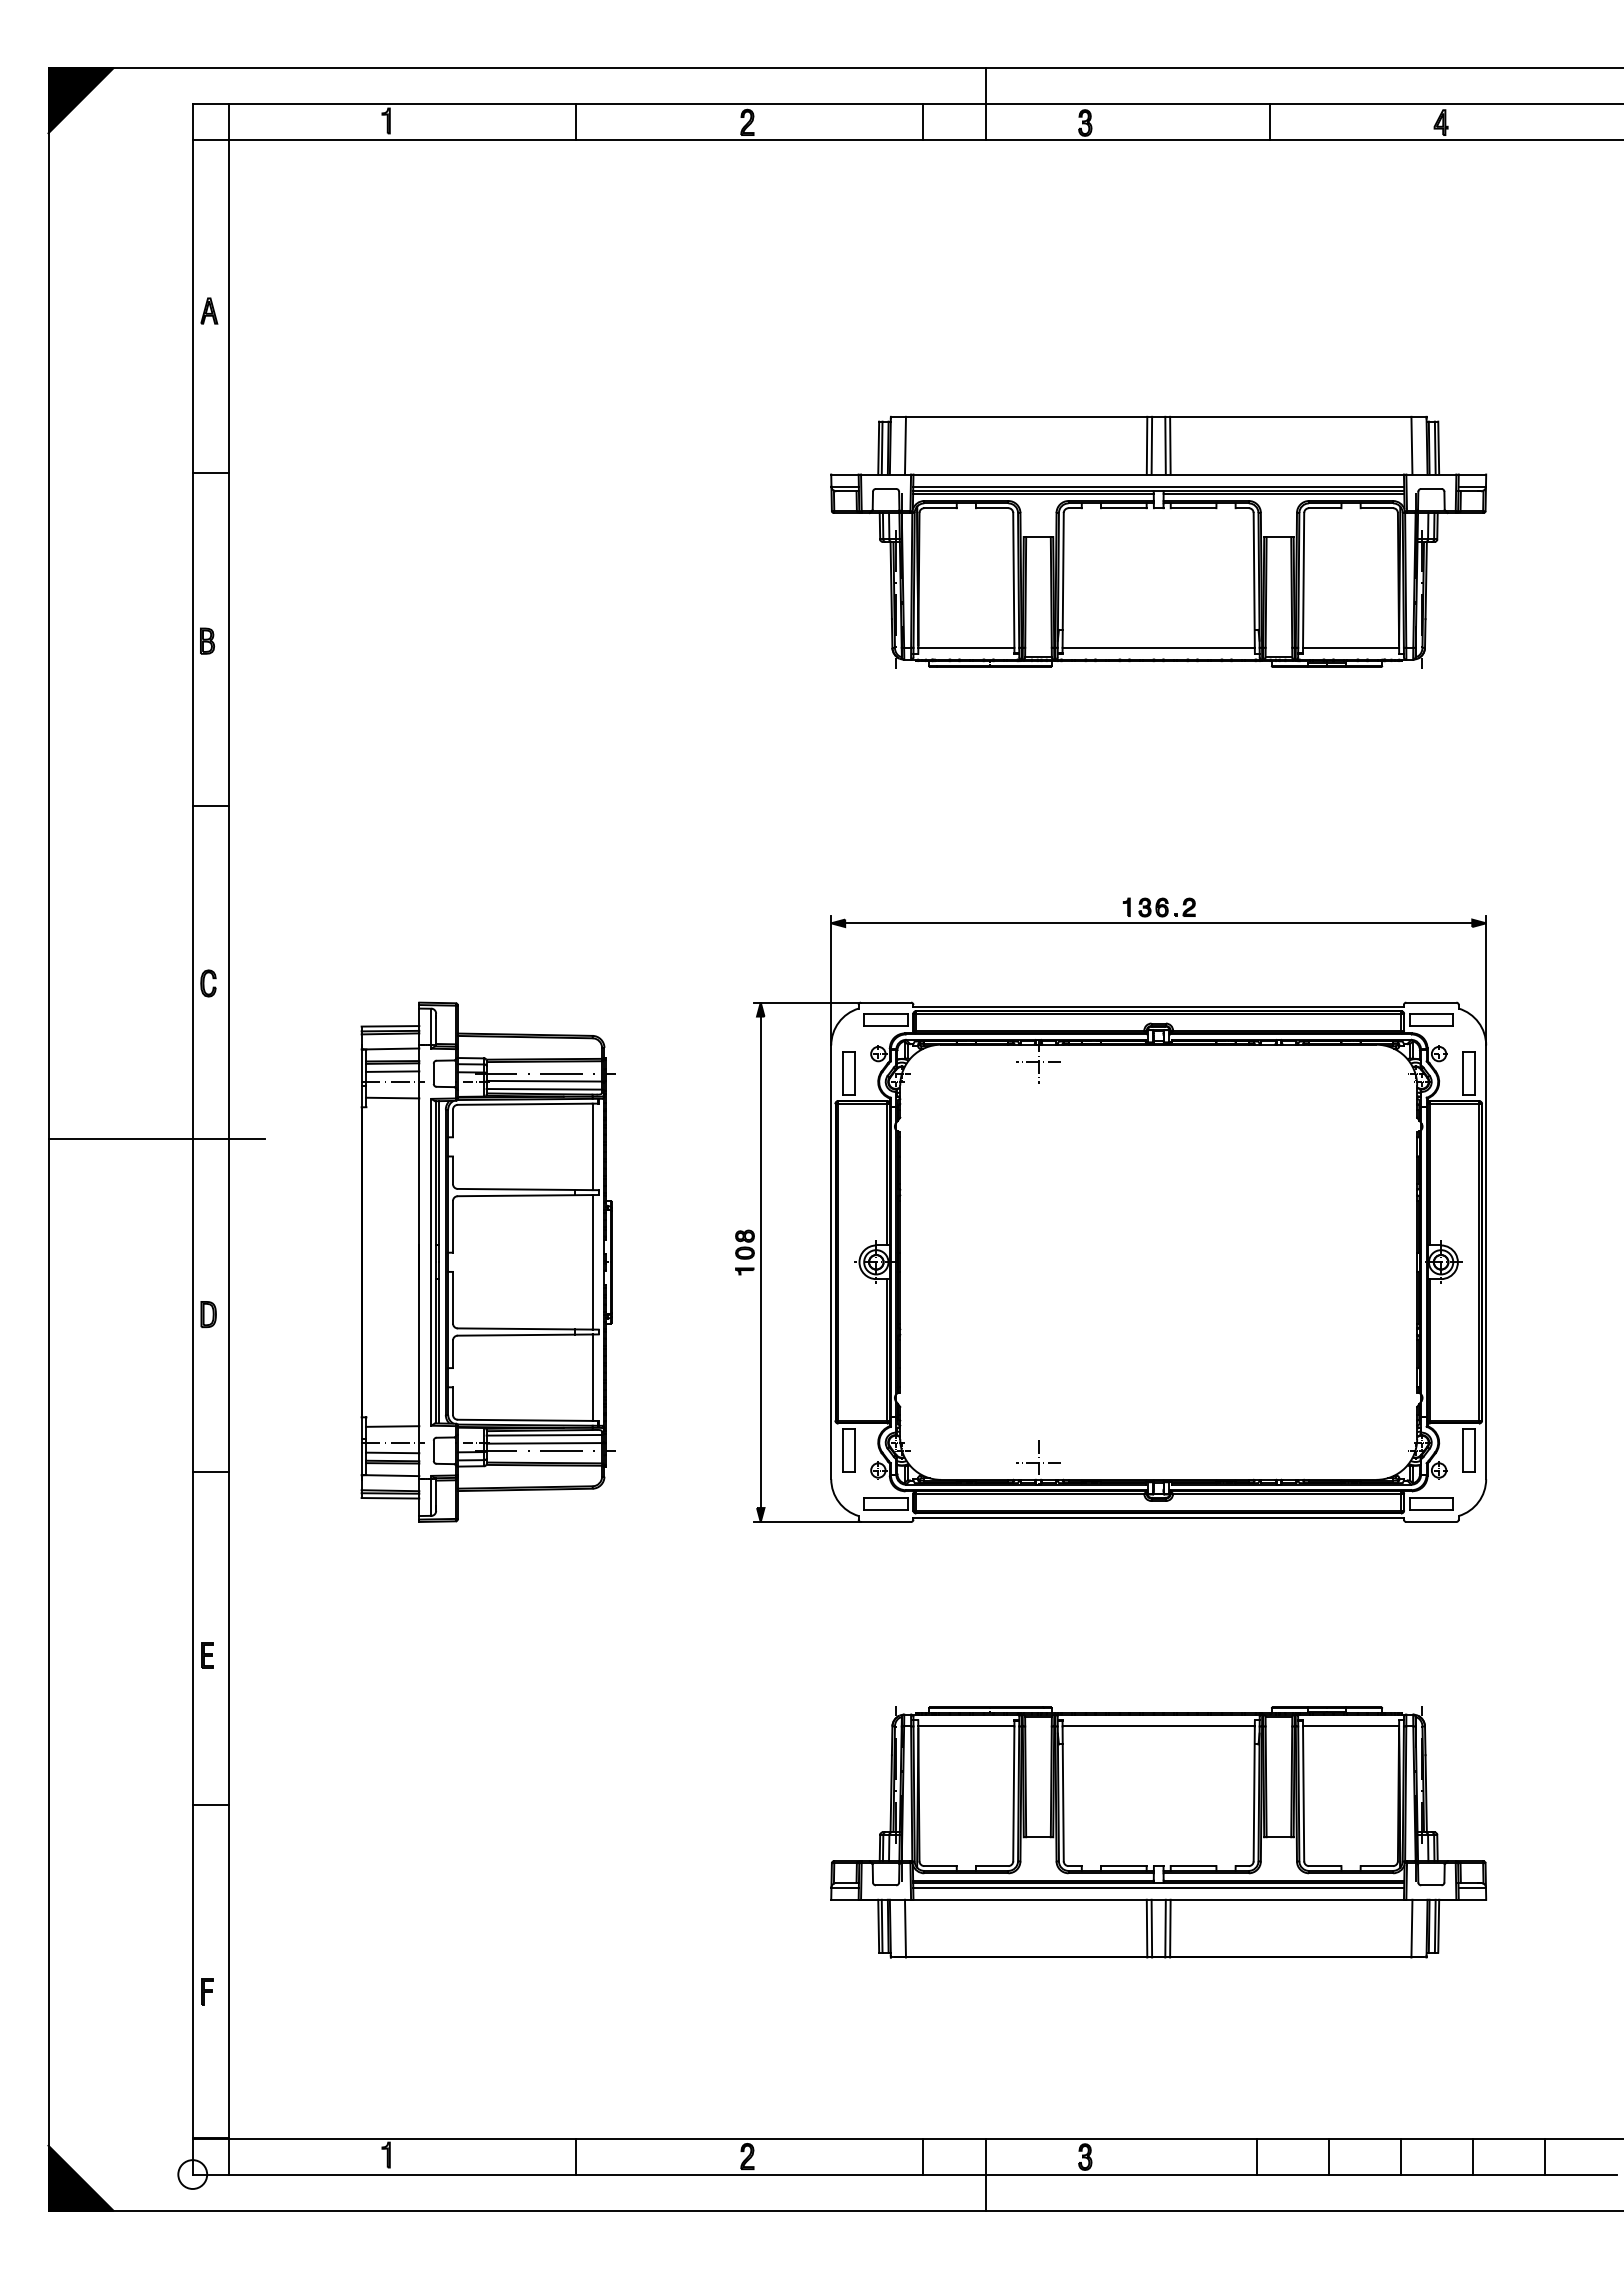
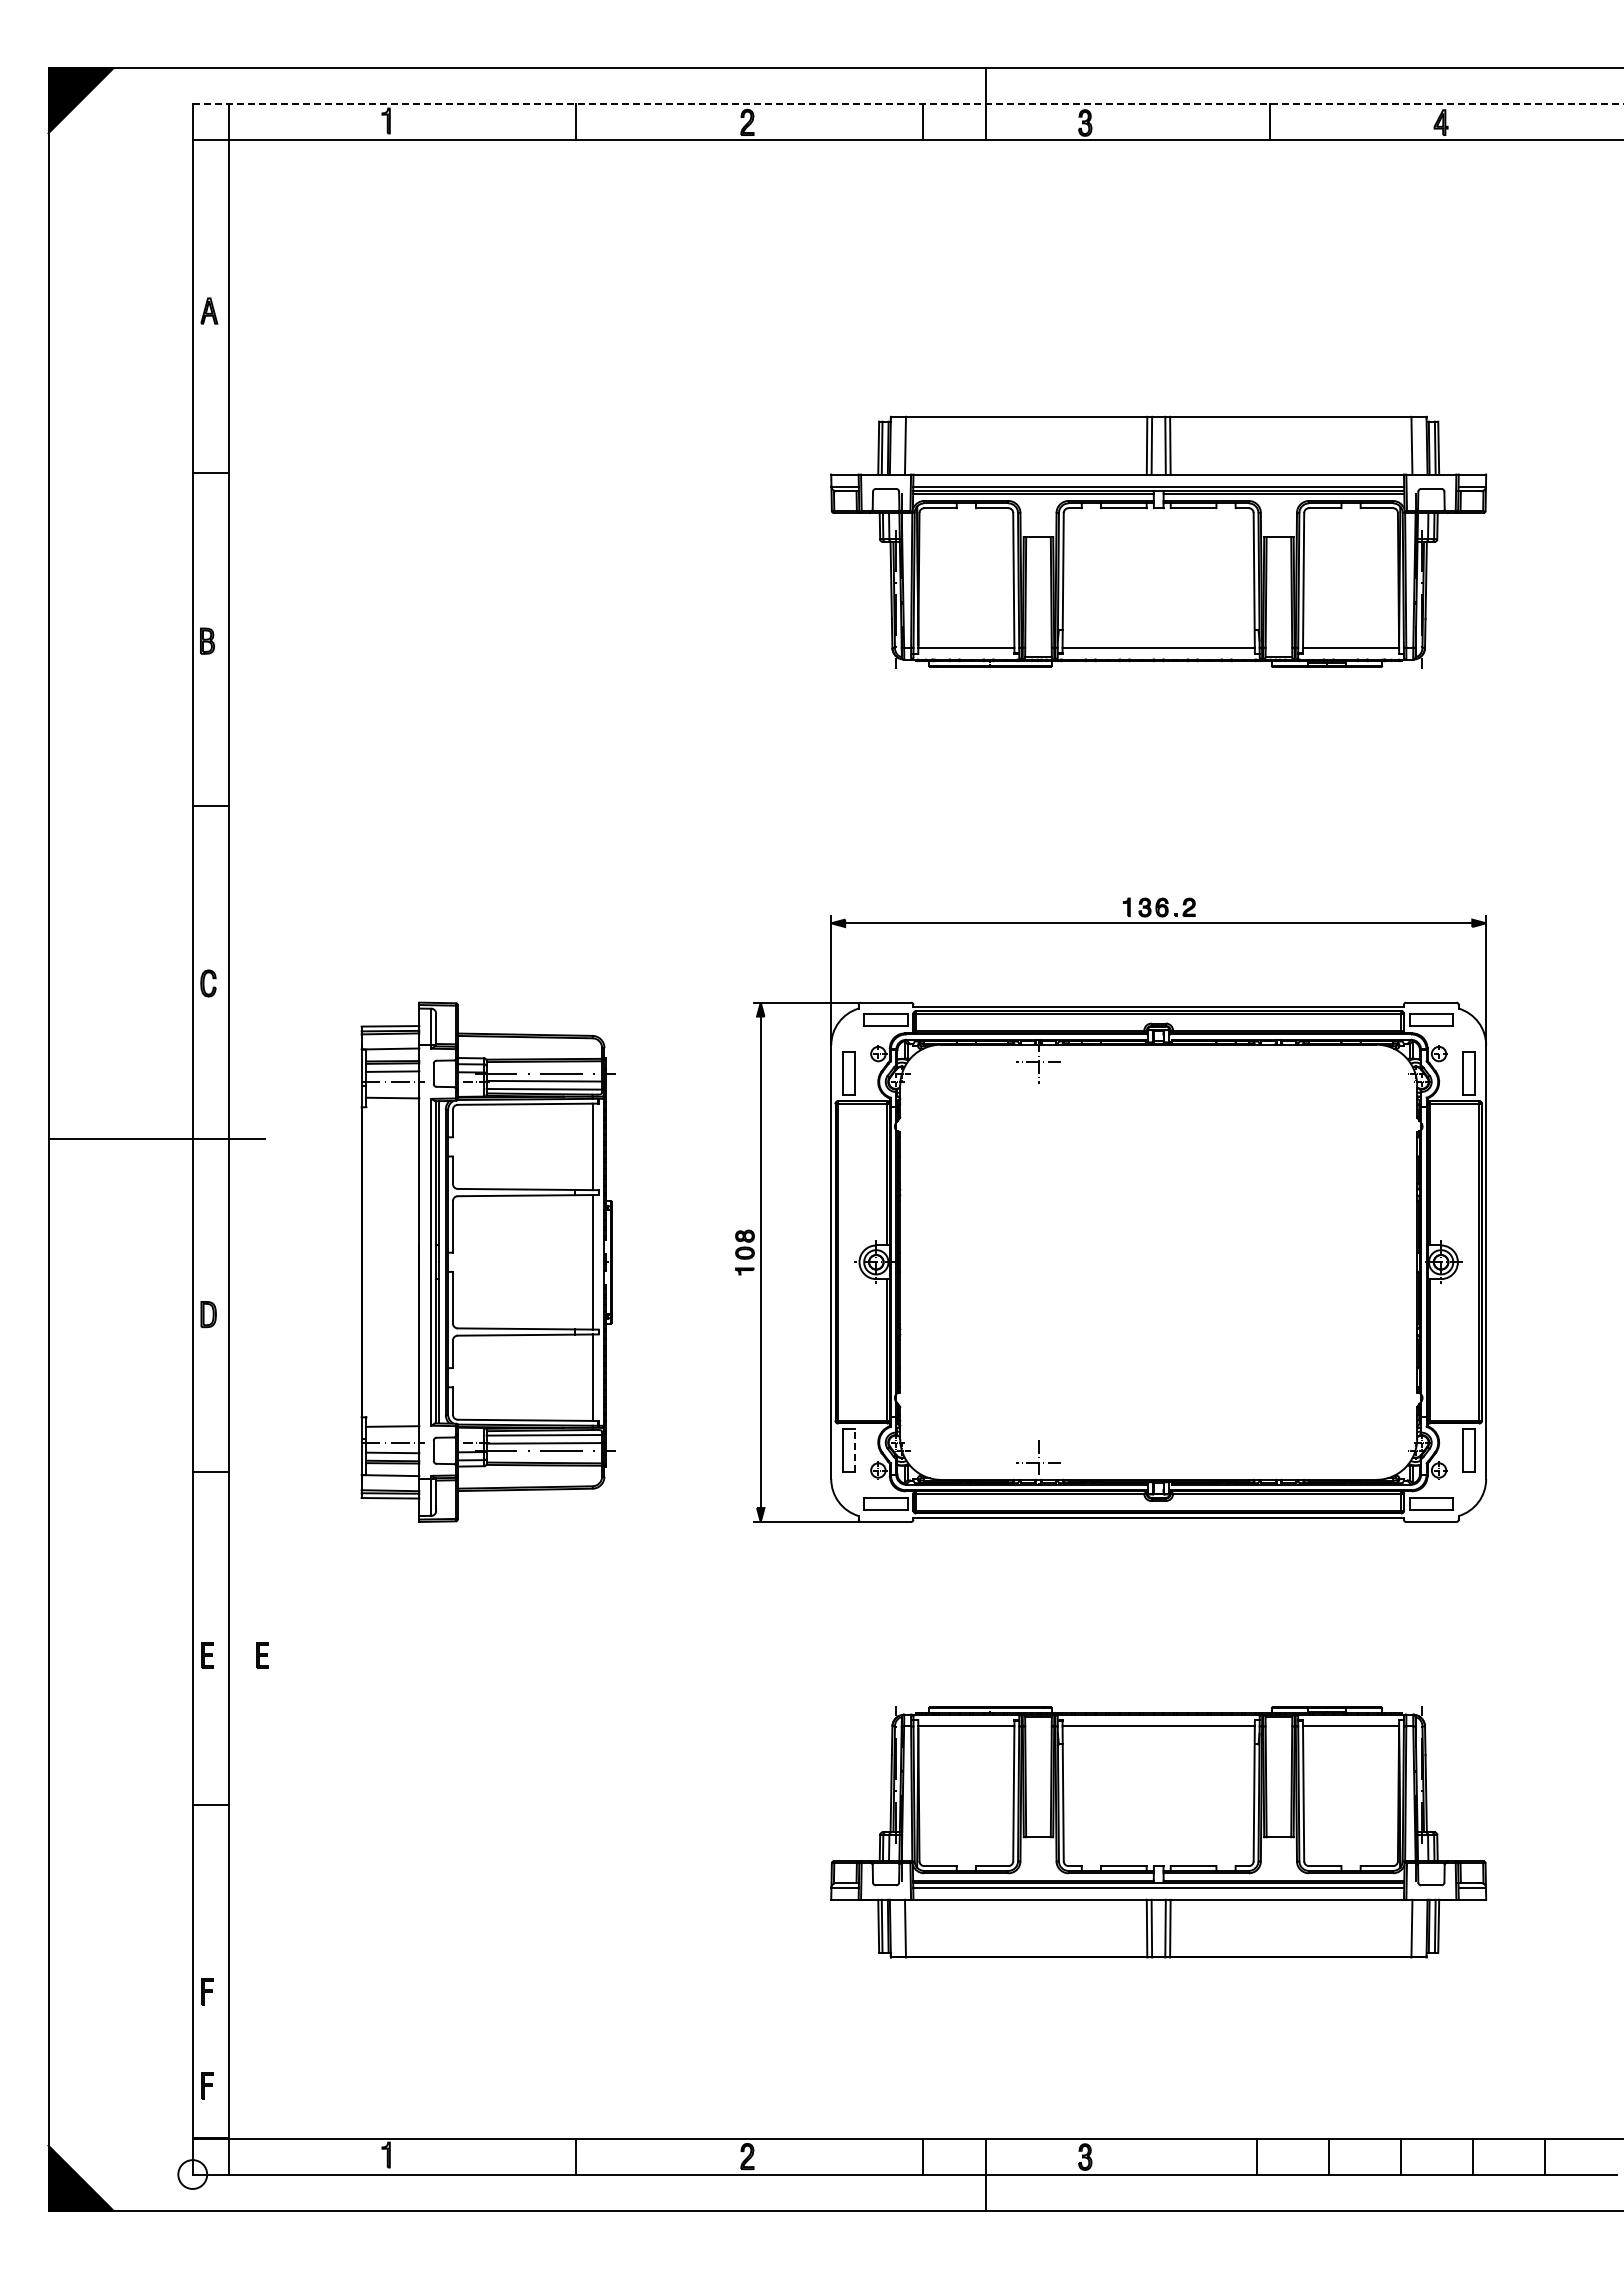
line at (908, 104): solid -> dashed
line at (854, 1450): solid -> dashed
part at (262, 1655): none -> present
part at (207, 2085): none -> present
